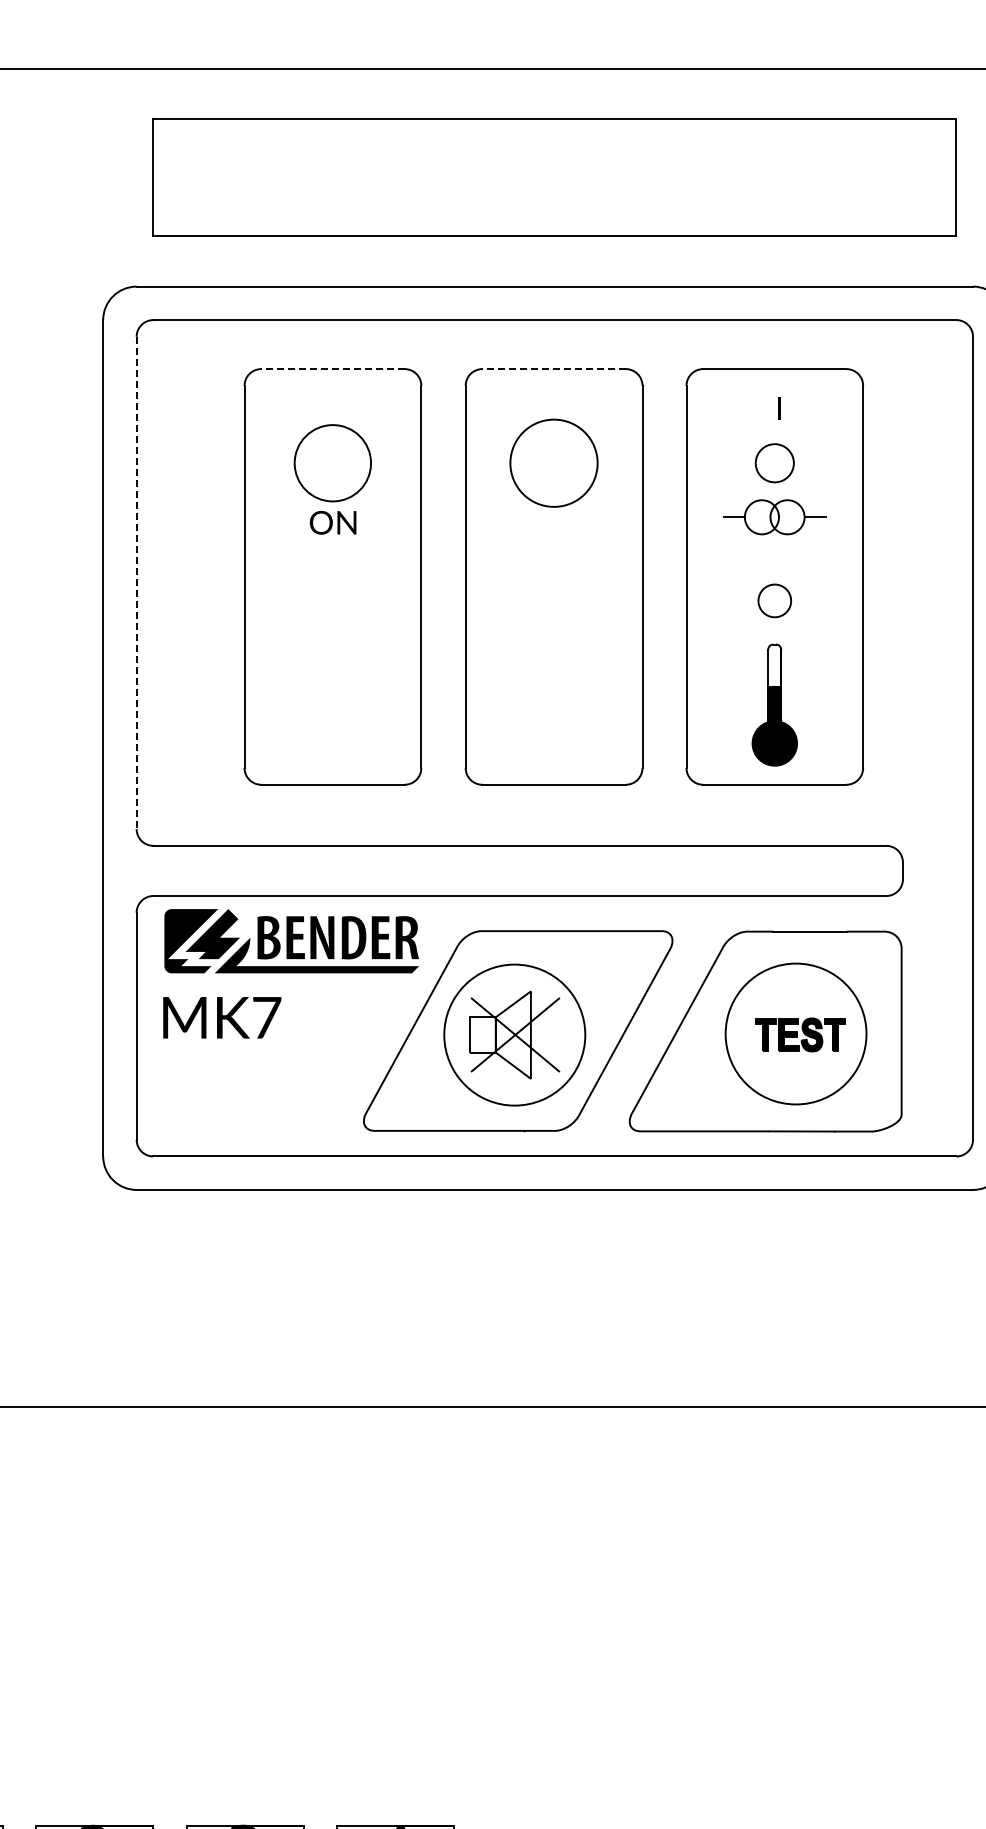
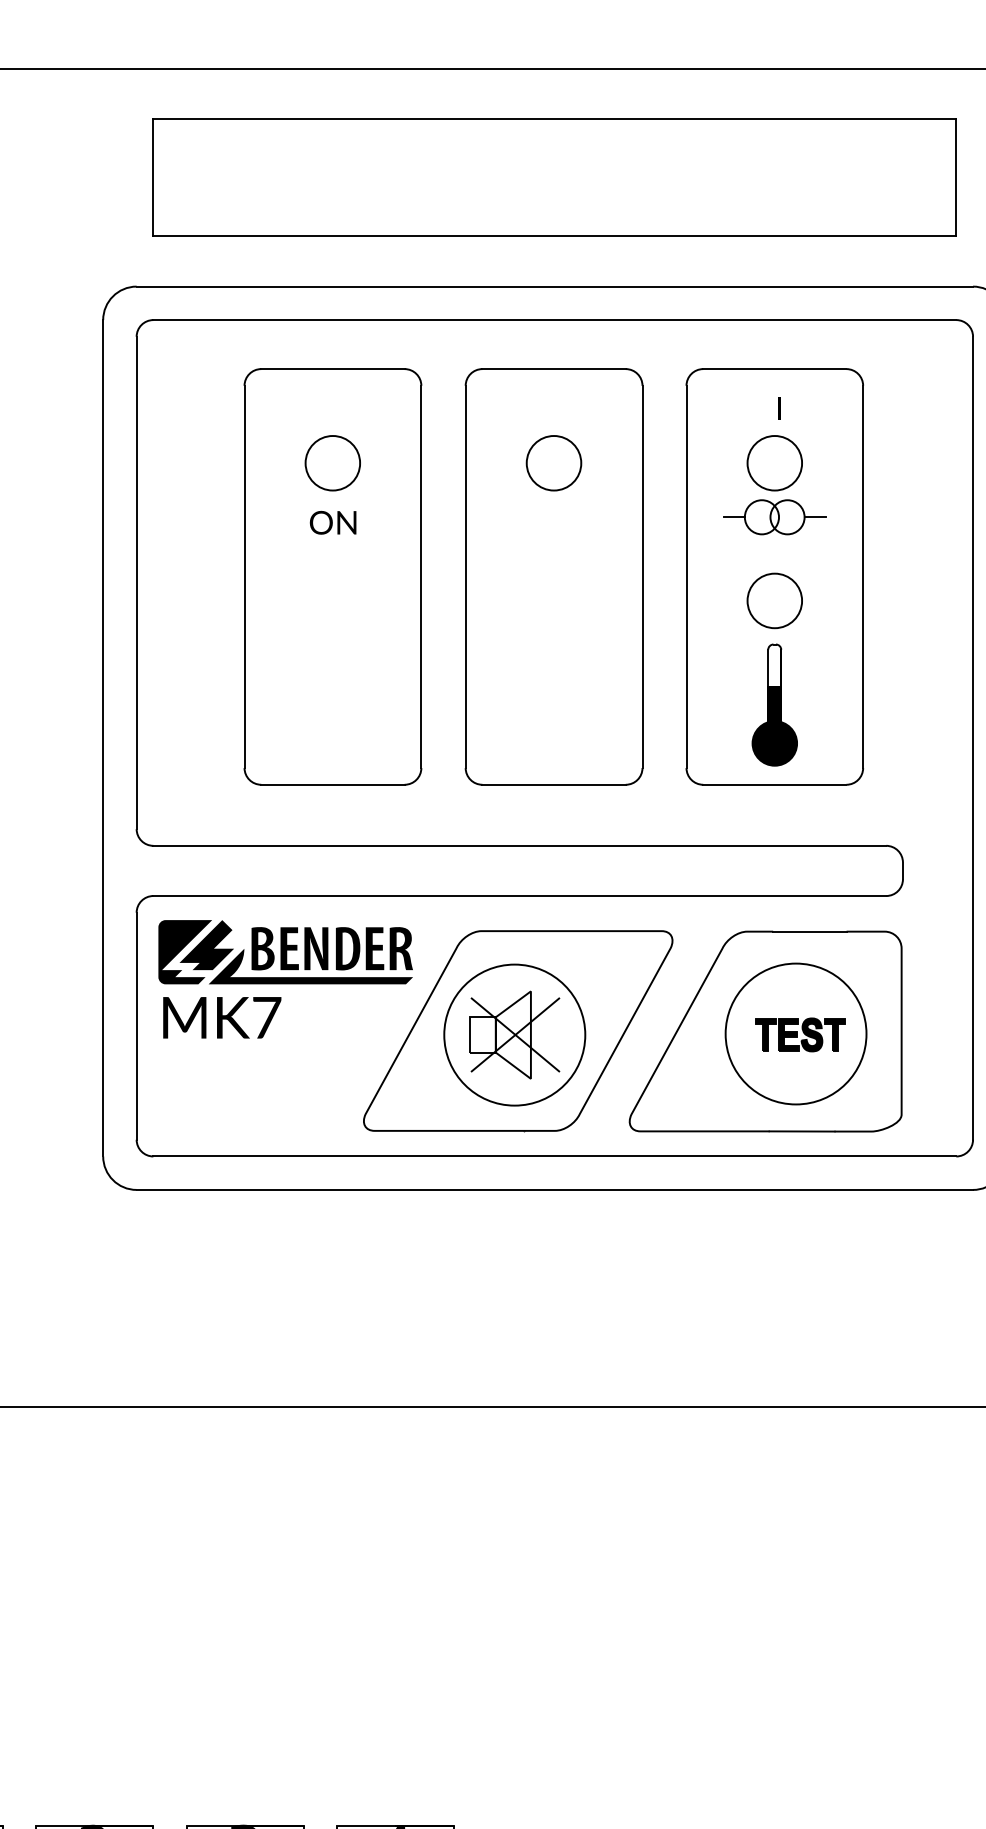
line at (332, 369): dashed -> solid
line at (554, 369): dashed -> solid
circle at (553, 462) diameter: 87 px -> 55 px
circle at (332, 463) diameter: 76 px -> 55 px
circle at (774, 463) diameter: 38 px -> 55 px
line at (136, 583): dashed -> solid
circle at (774, 600) diameter: 33 px -> 55 px
part at (291, 941) position: (291, 941) -> (285, 952)
